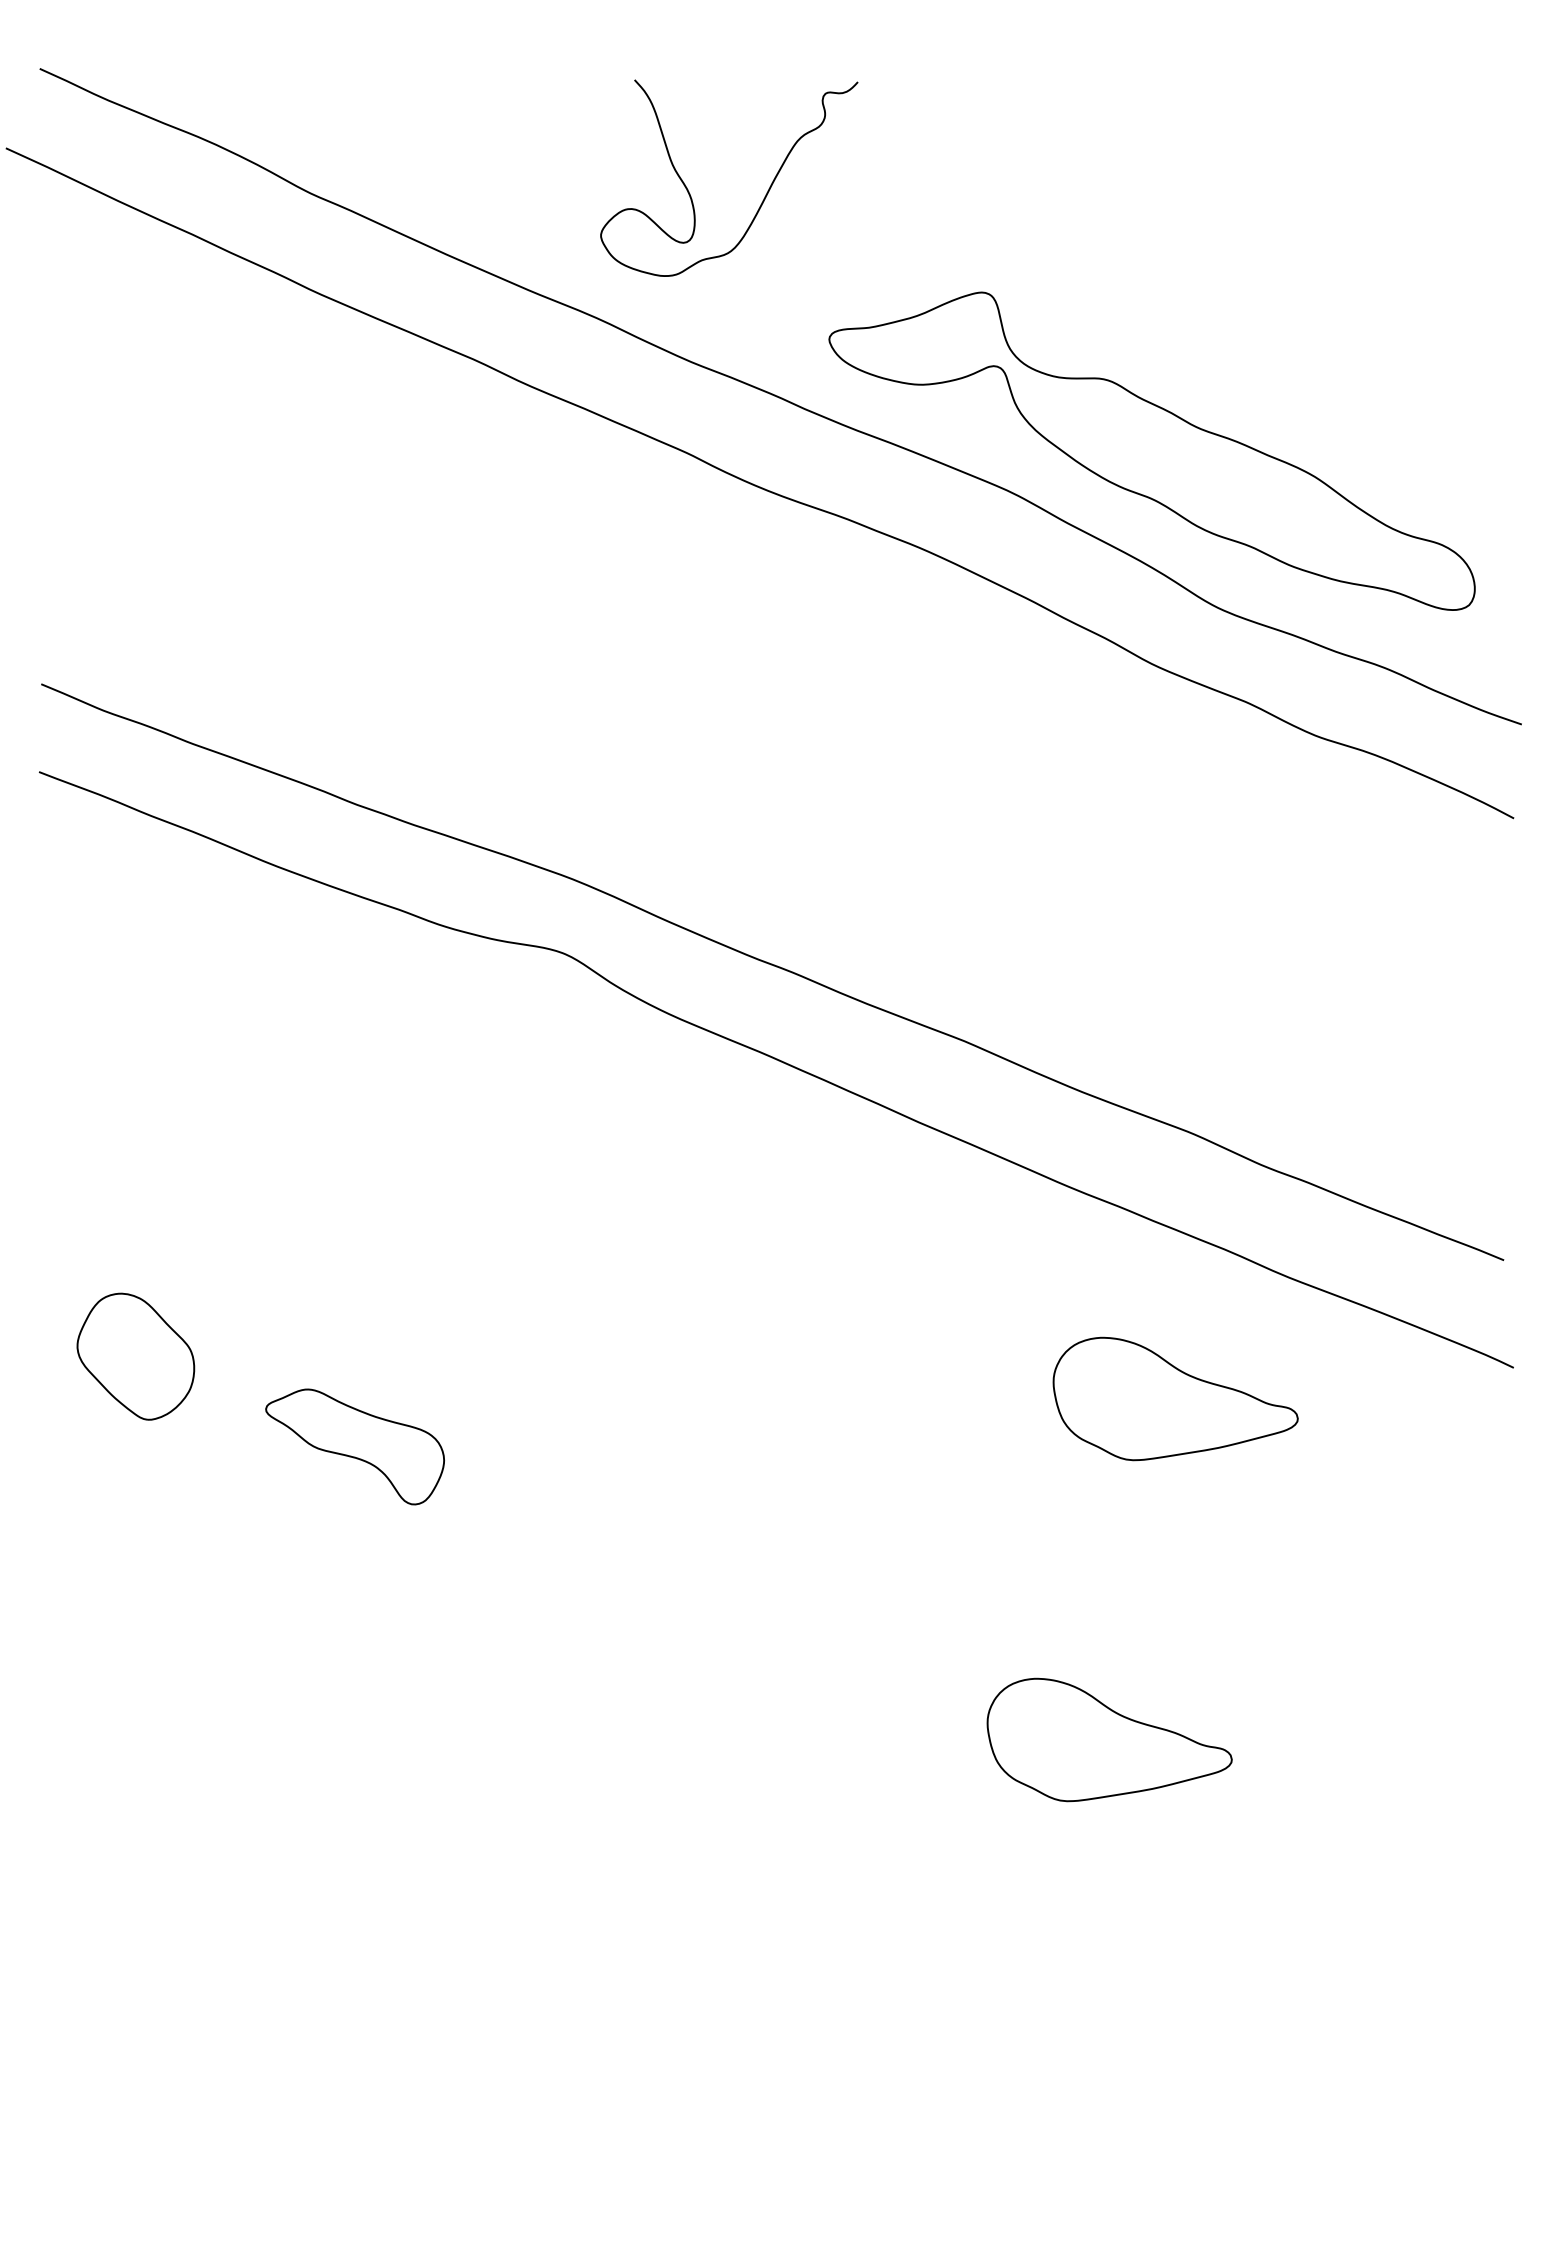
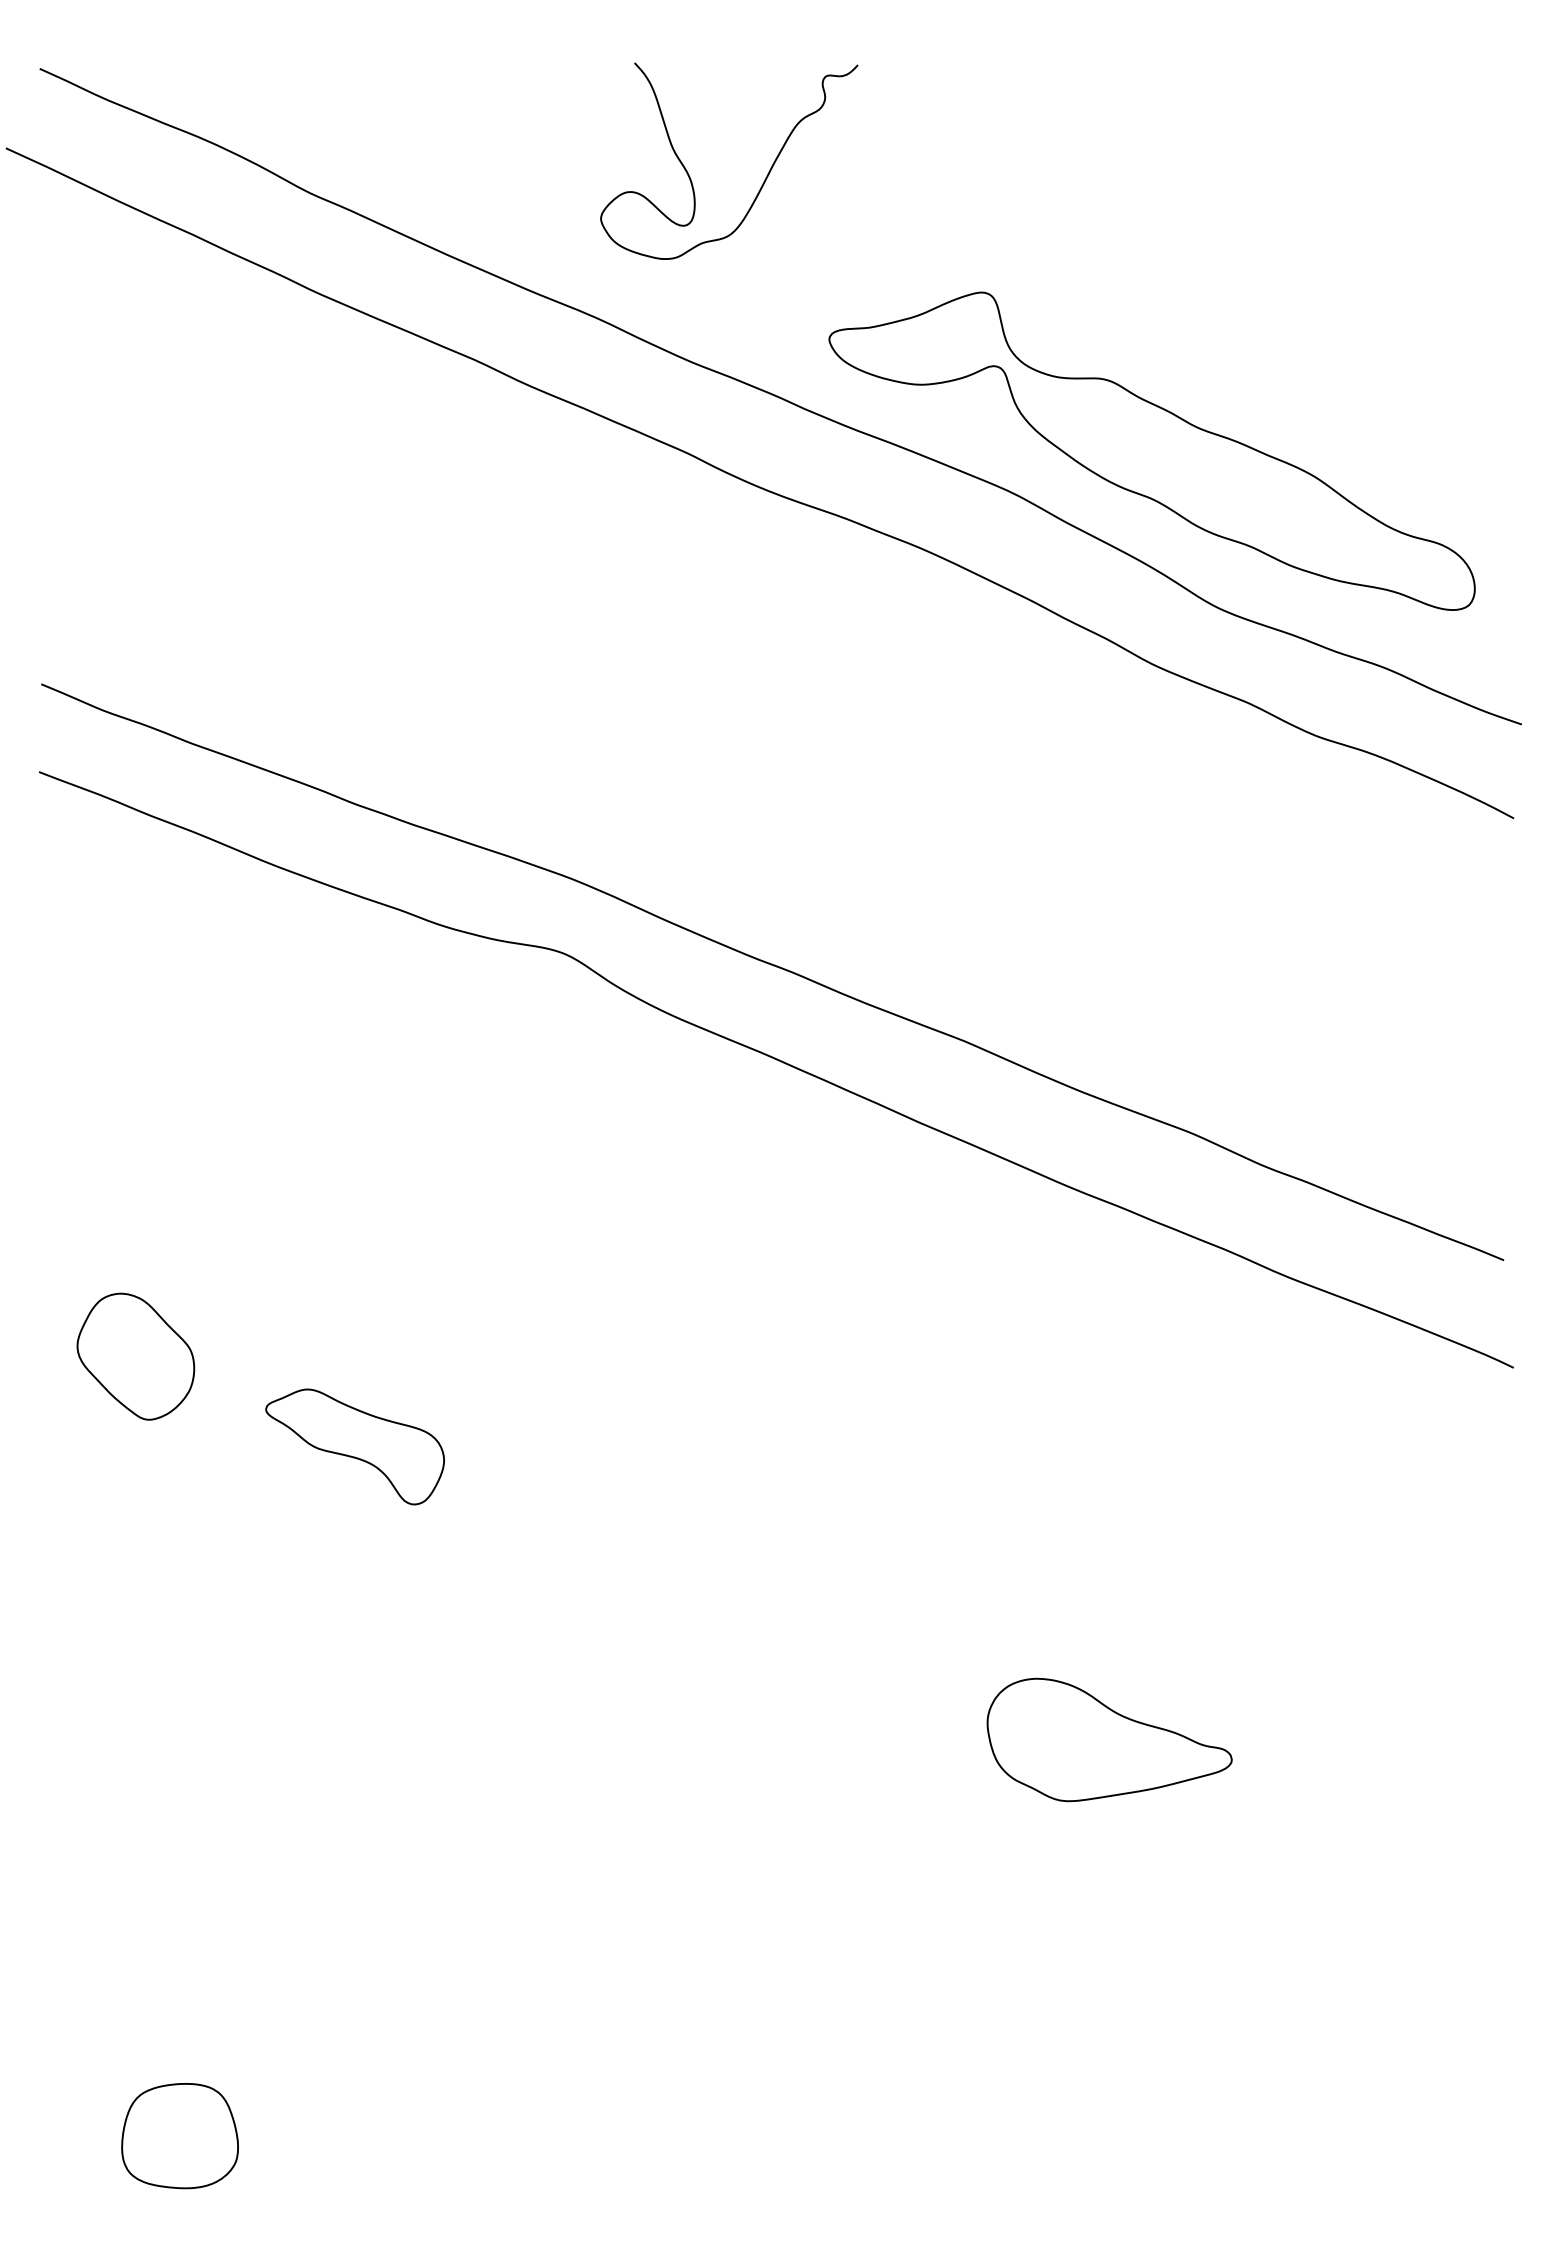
curve at (765, 194) position: (765, 194) -> (765, 177)
part at (1175, 1398): present -> none
part at (179, 2136): none -> present
